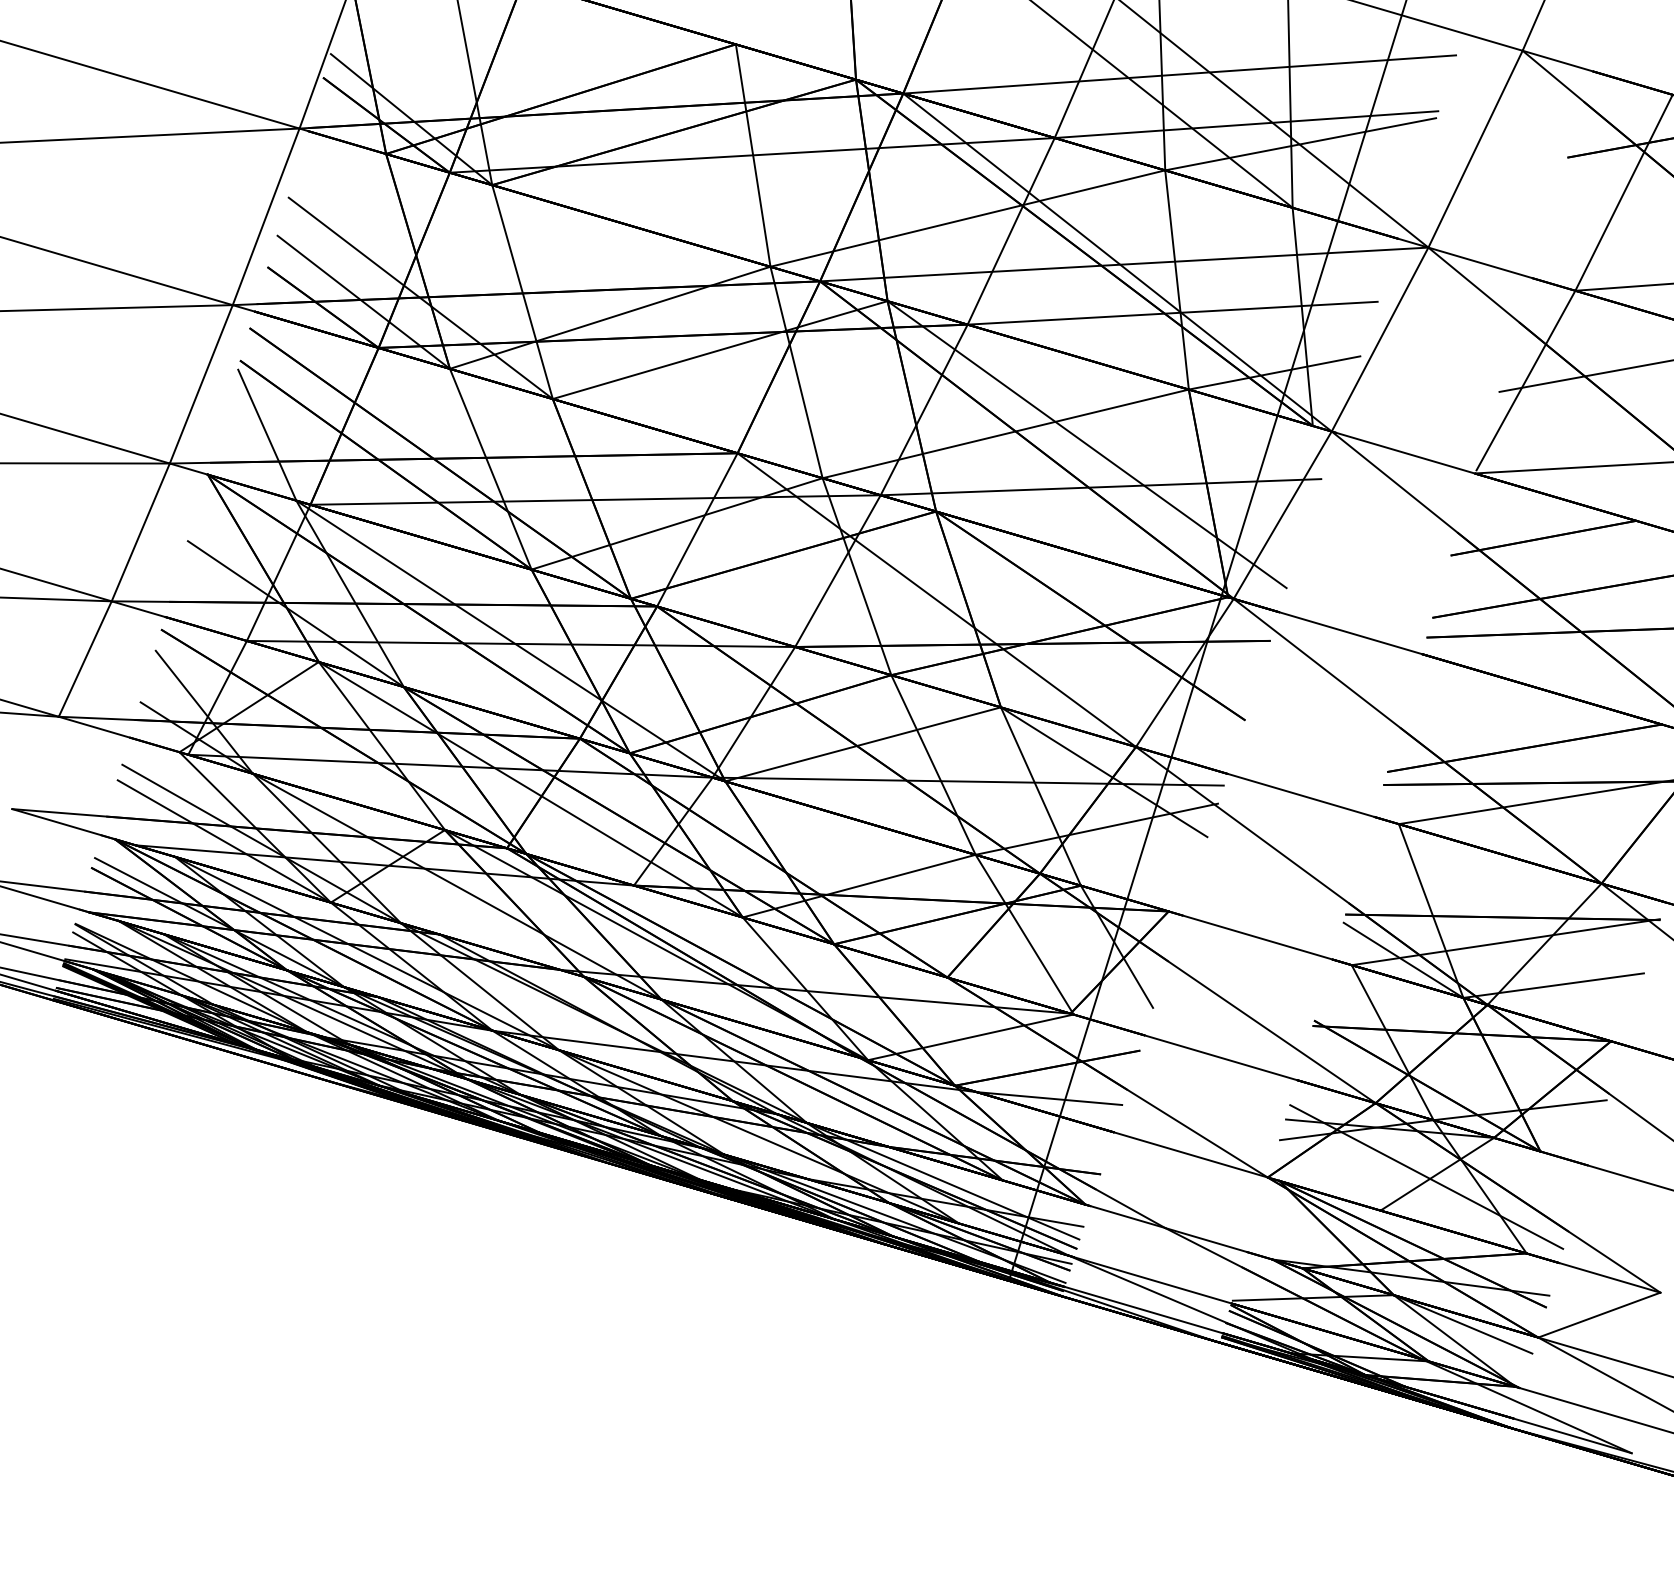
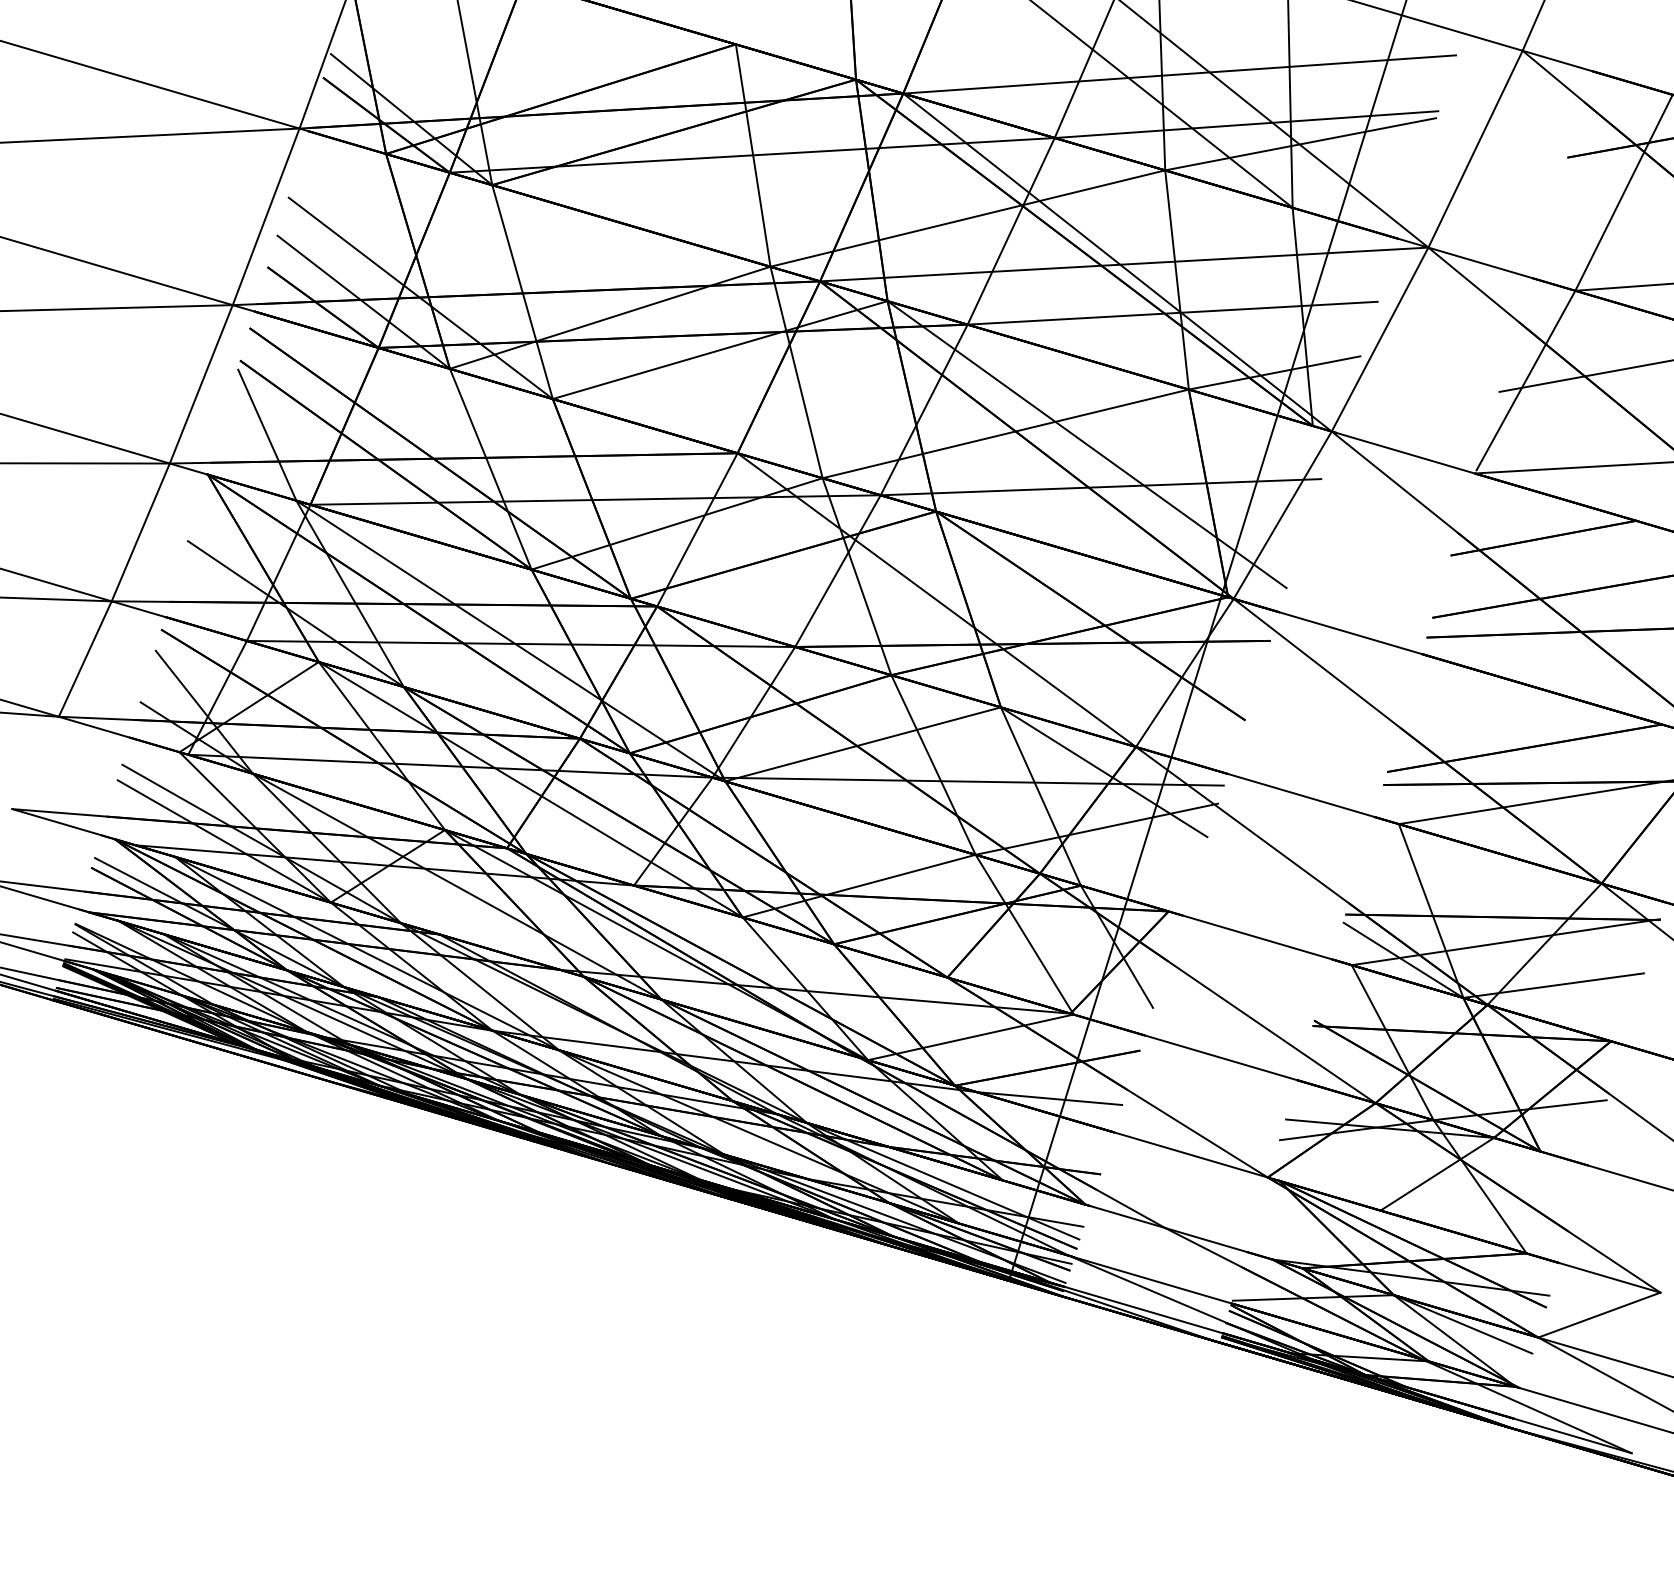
line at (1426, 1176): present -> none
